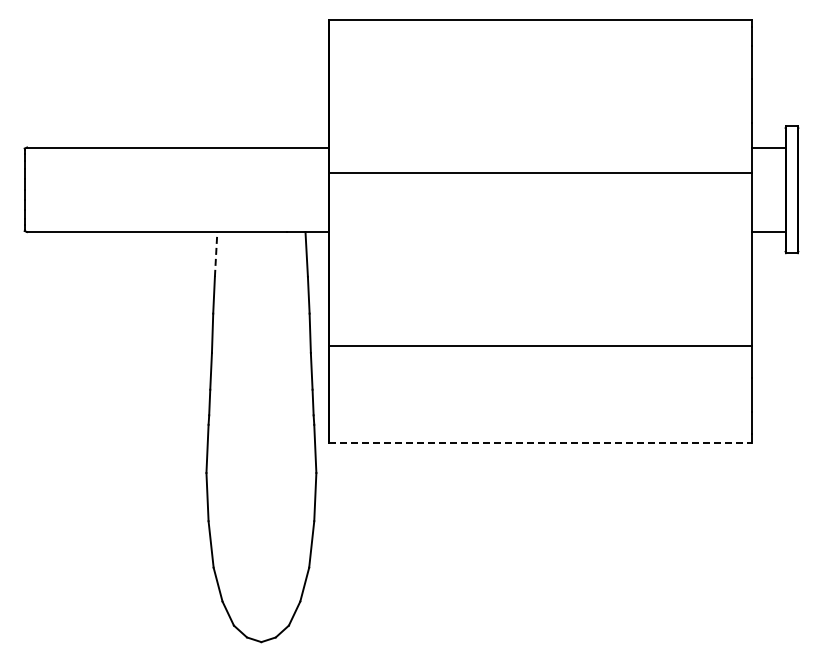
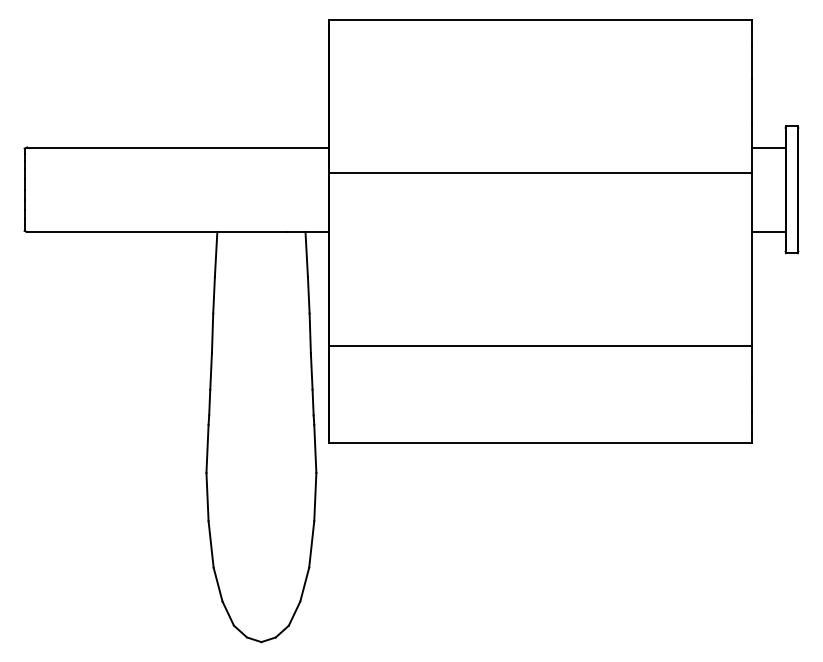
line at (216, 253): dashed -> solid
line at (540, 442): dashed -> solid
